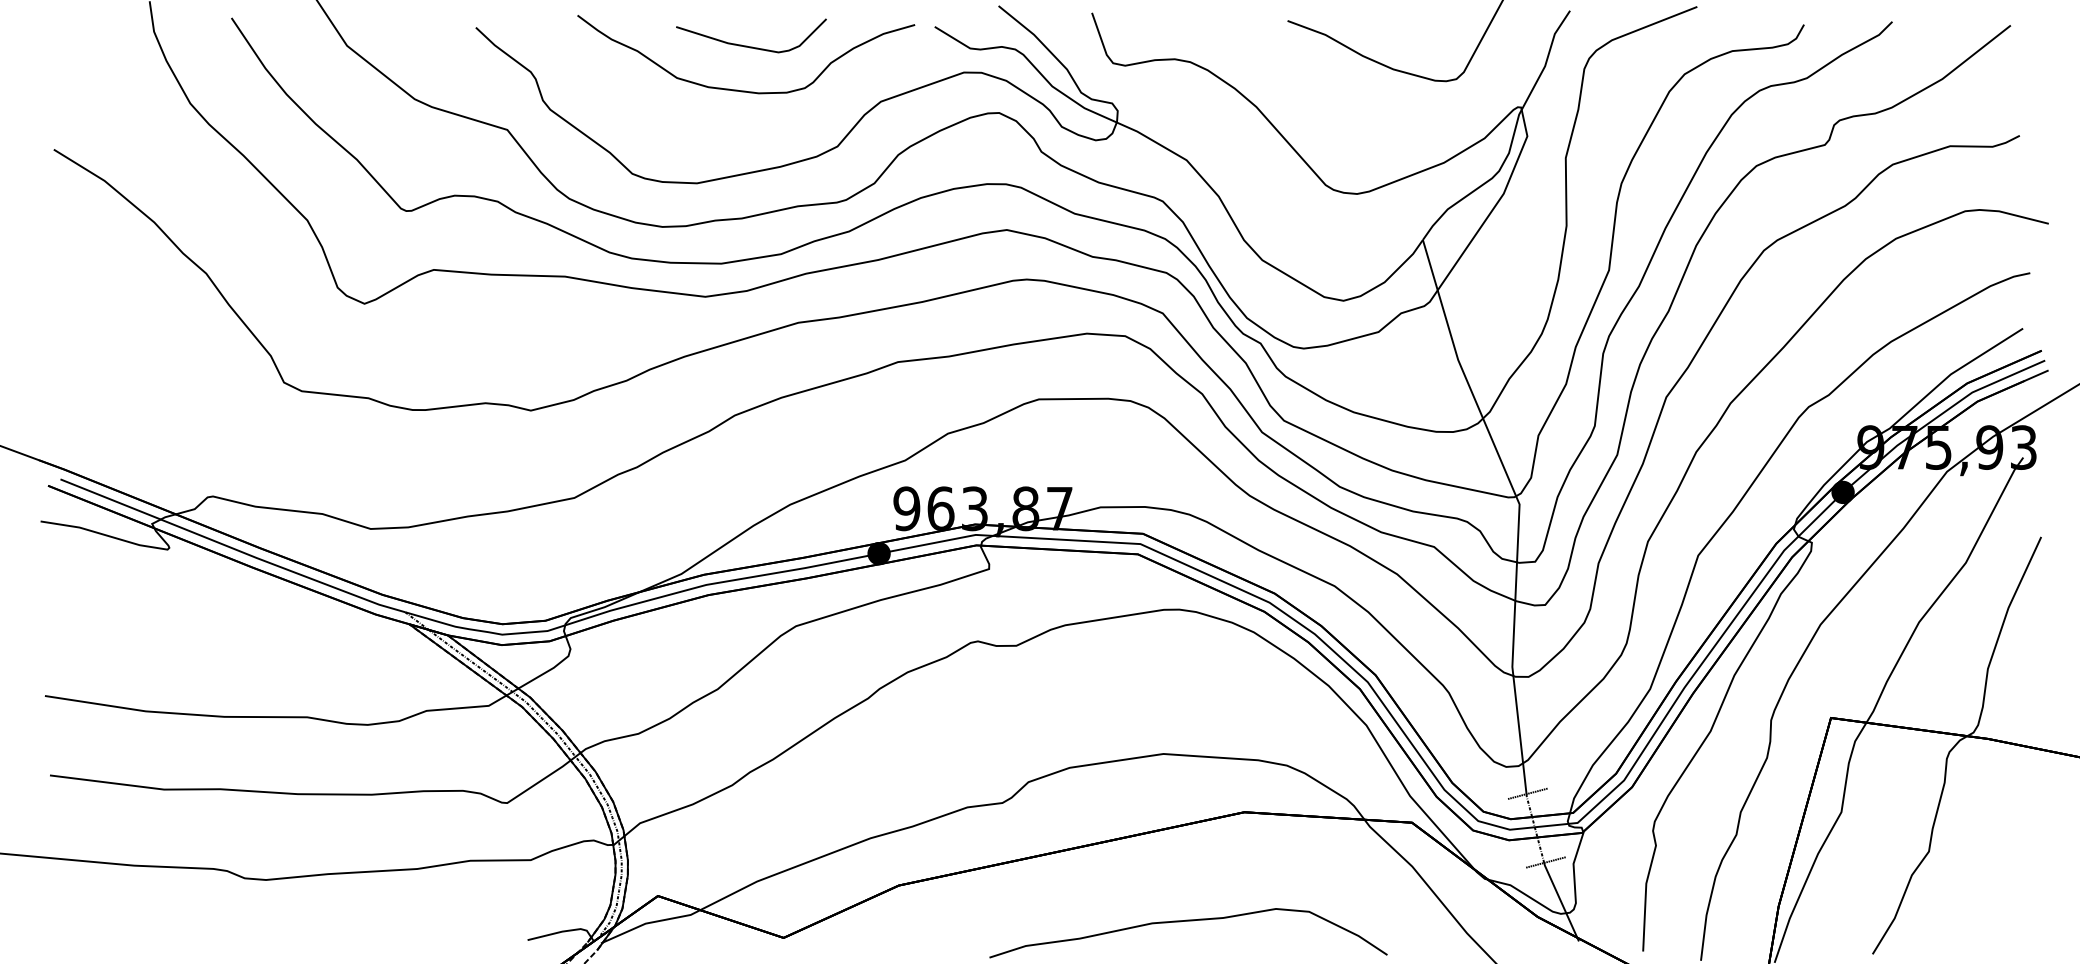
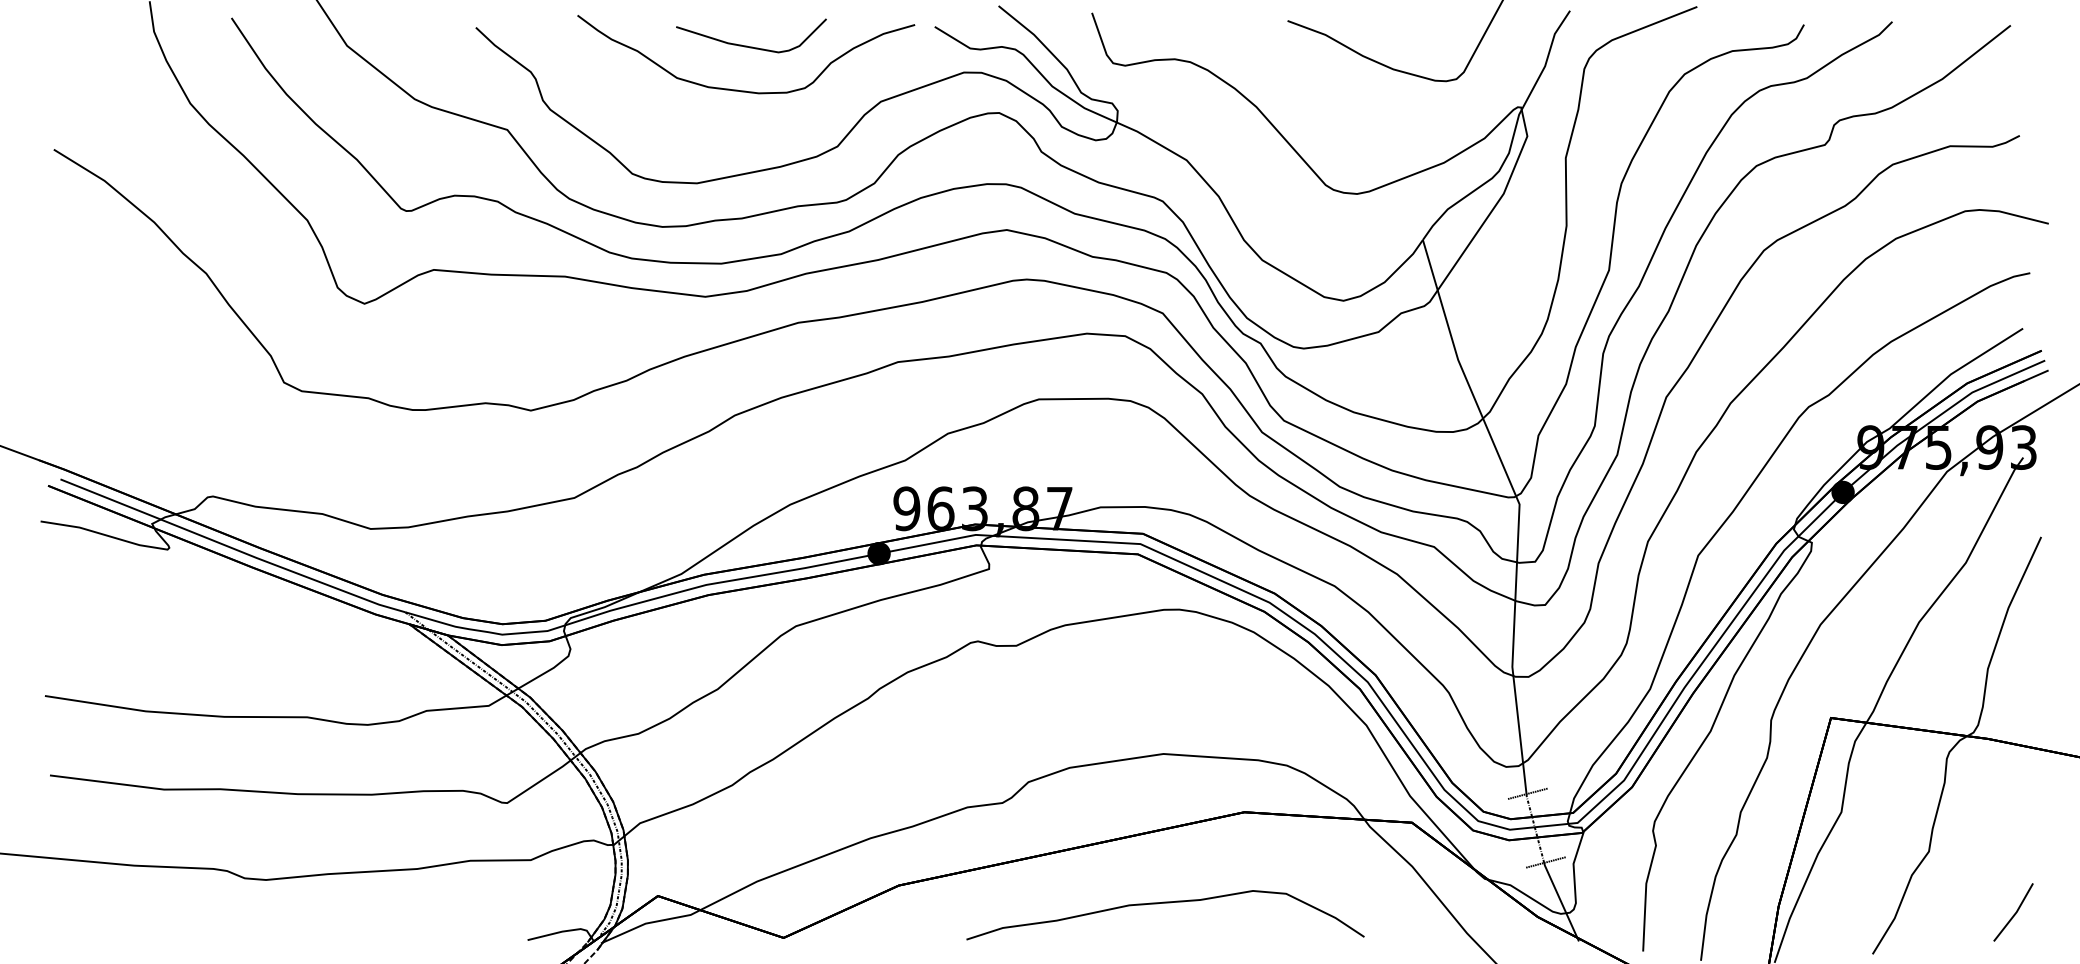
line at (2014, 913): none -> present
curve at (1188, 921) position: (1188, 921) -> (1165, 903)
